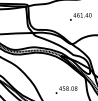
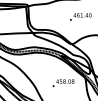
text at (66, 89) position: (66, 89) -> (63, 82)
